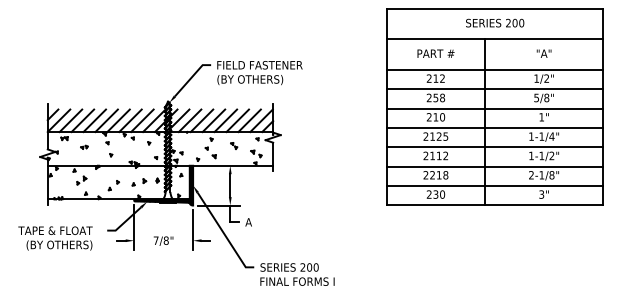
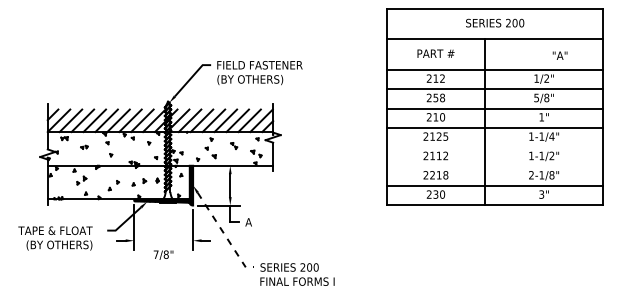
text at (543, 53) position: (543, 53) -> (559, 55)
line at (494, 147): present -> none
line at (494, 166): present -> none
line at (224, 234): solid -> dashed
text at (163, 240) position: (163, 240) -> (163, 254)
